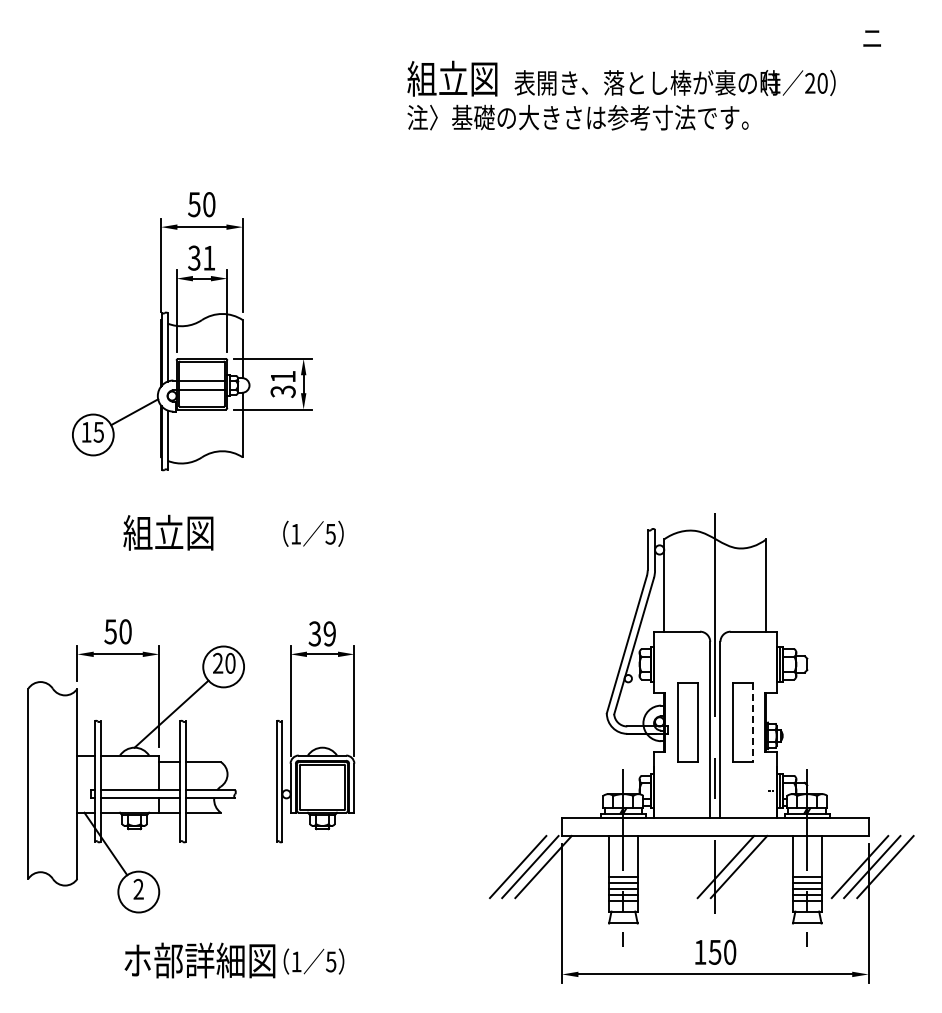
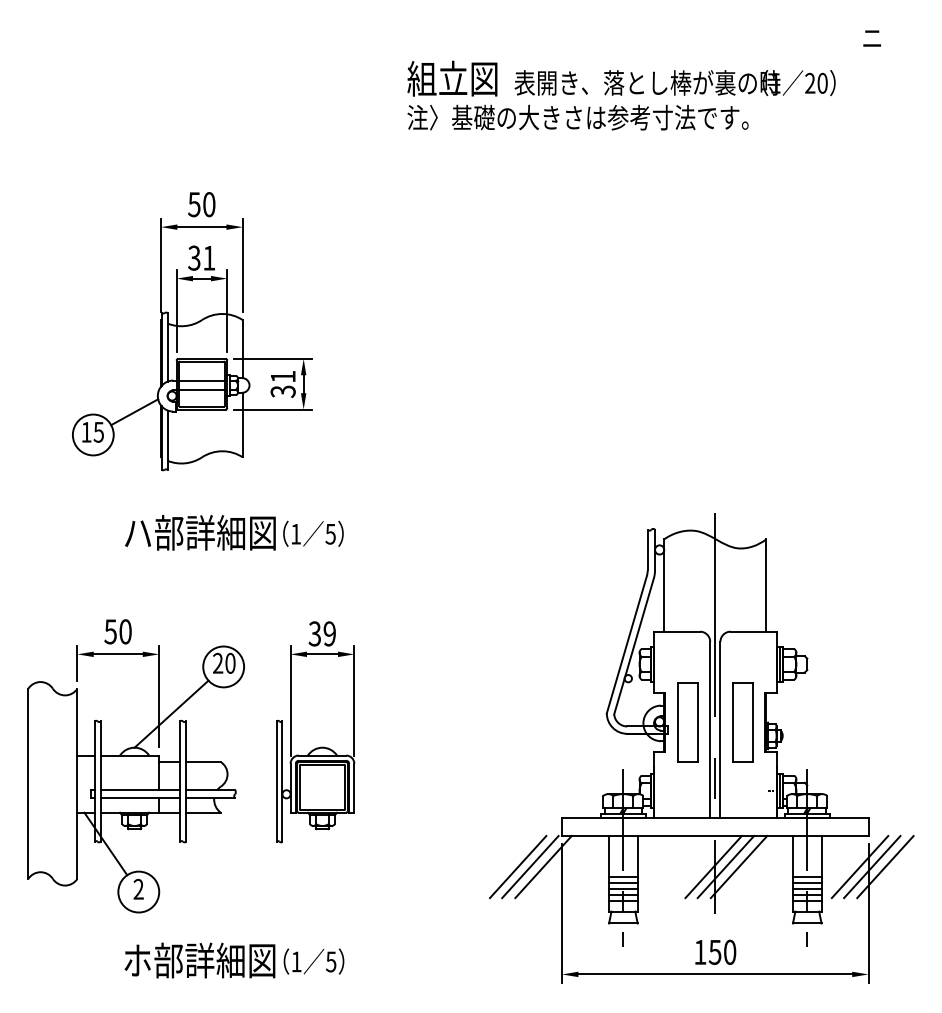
text at (199, 532): 組立図 -> ハ部詳細図
line at (753, 722): dashed -> solid
line at (713, 867): none -> present
